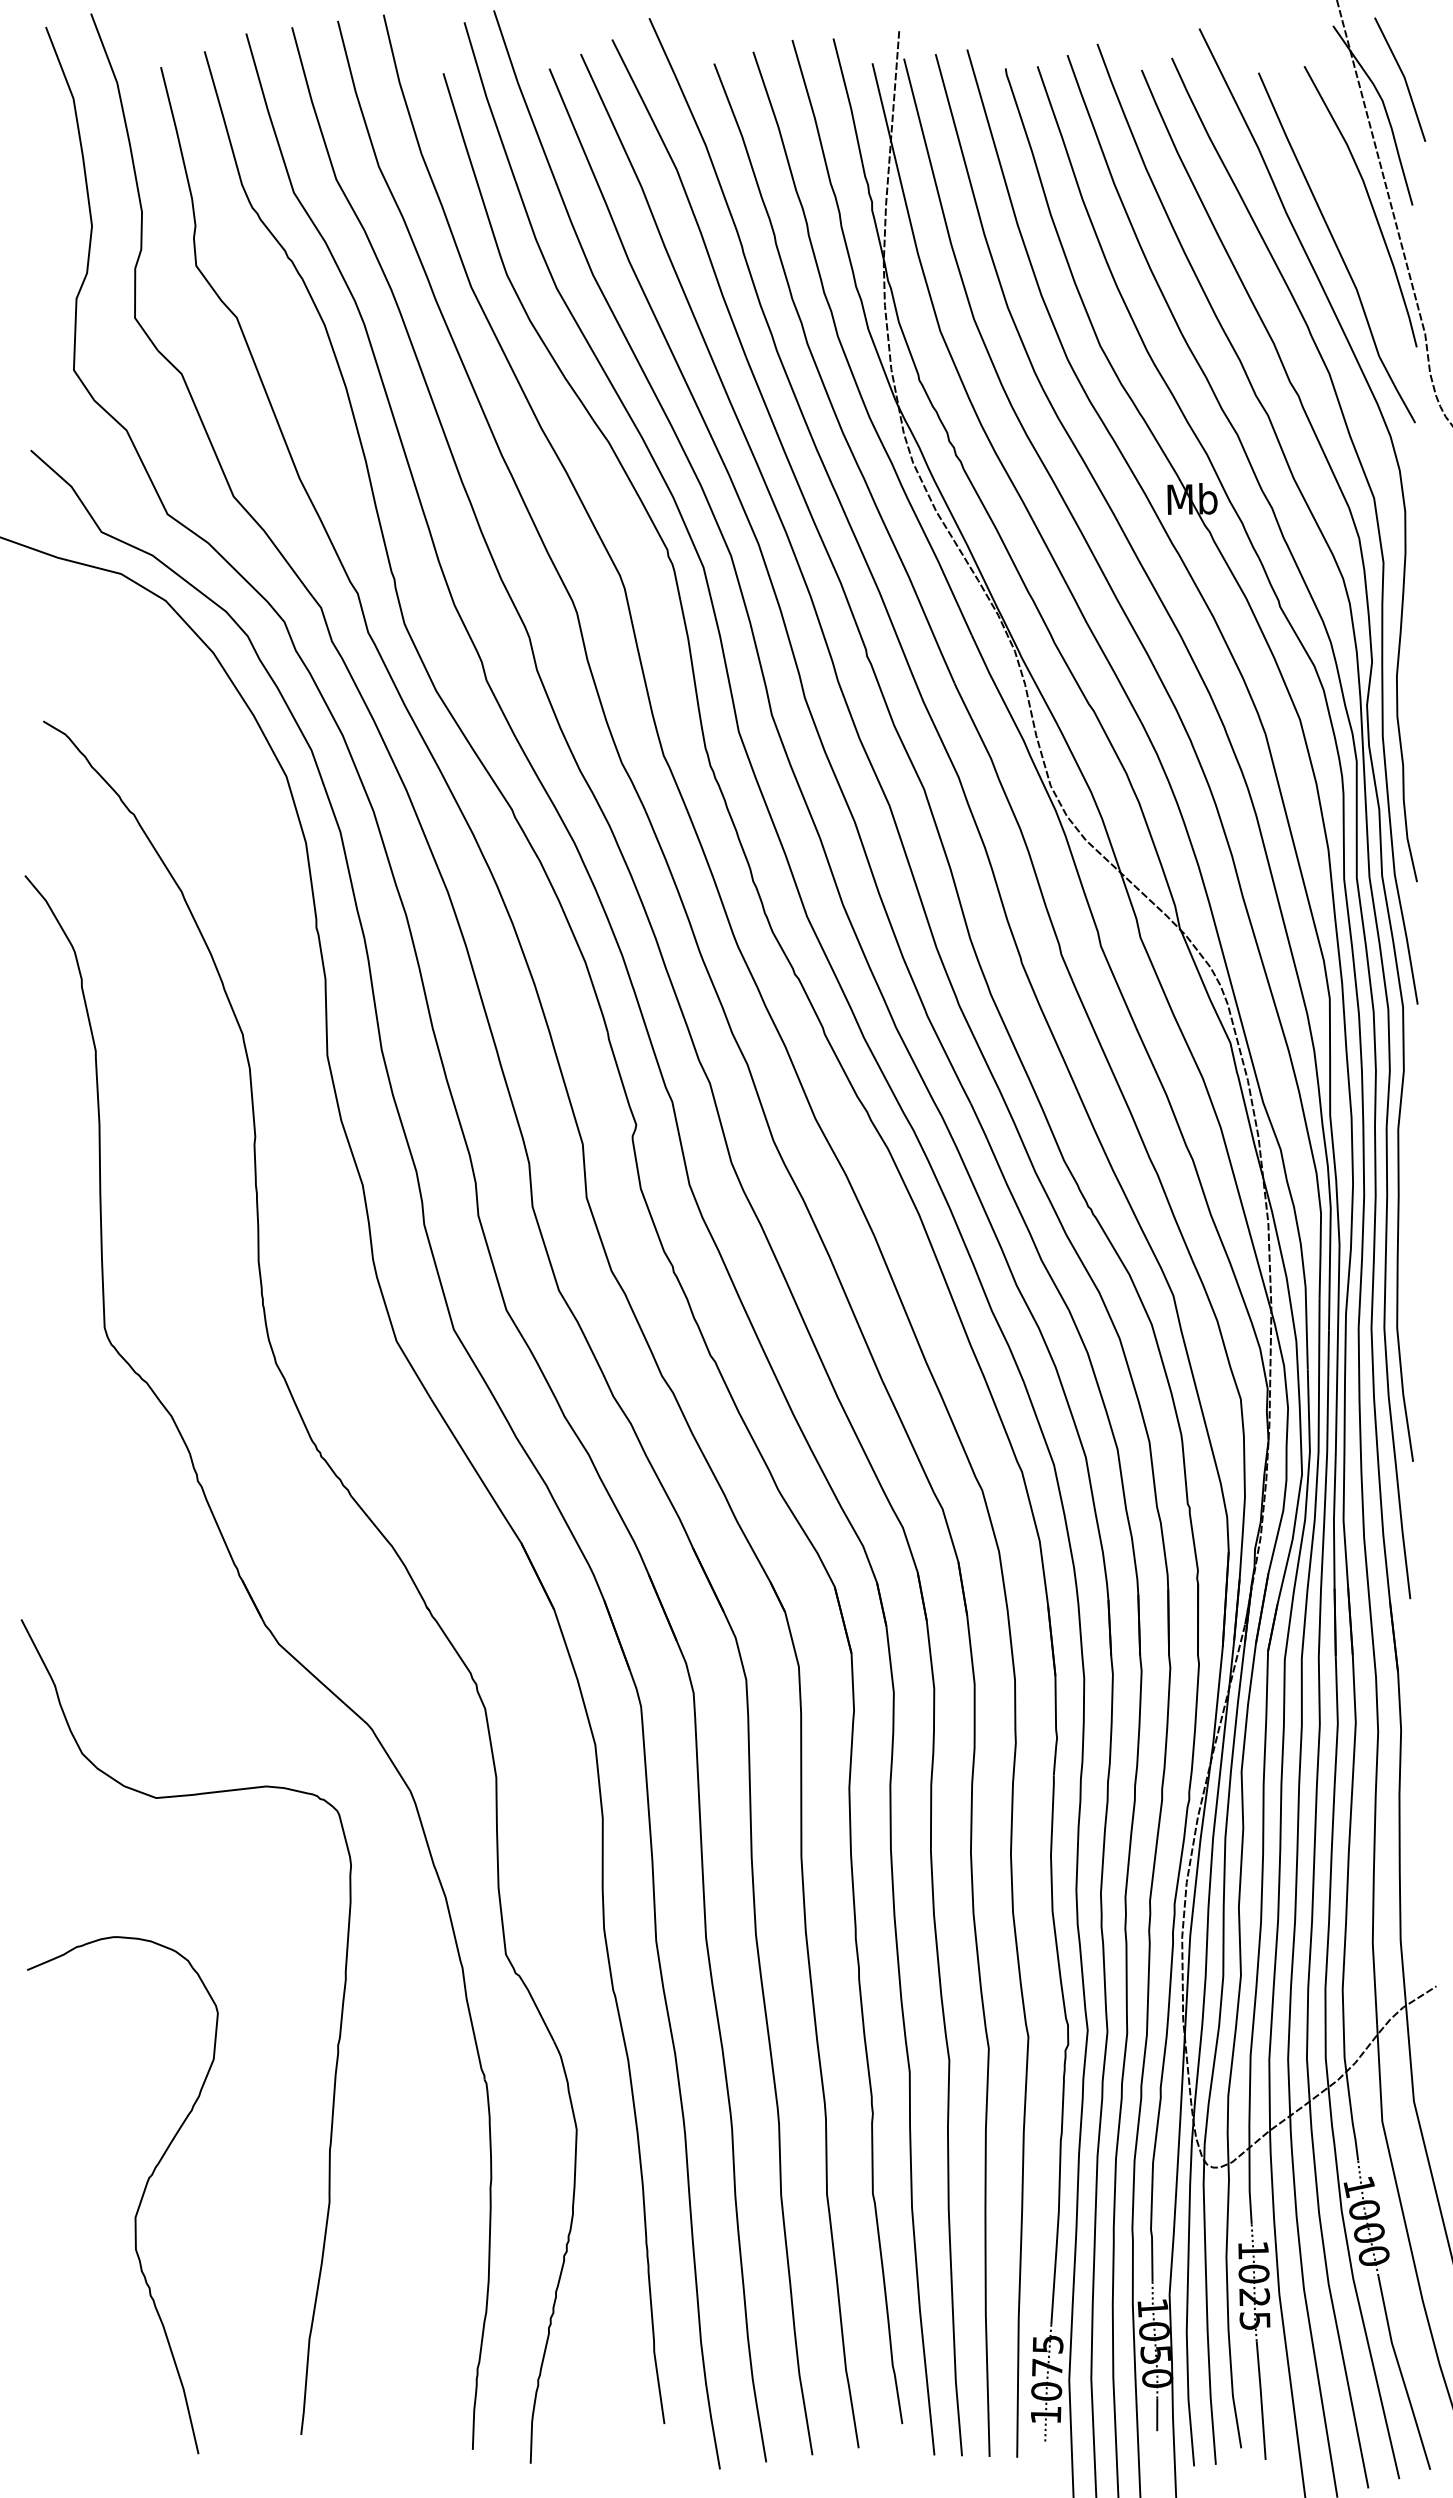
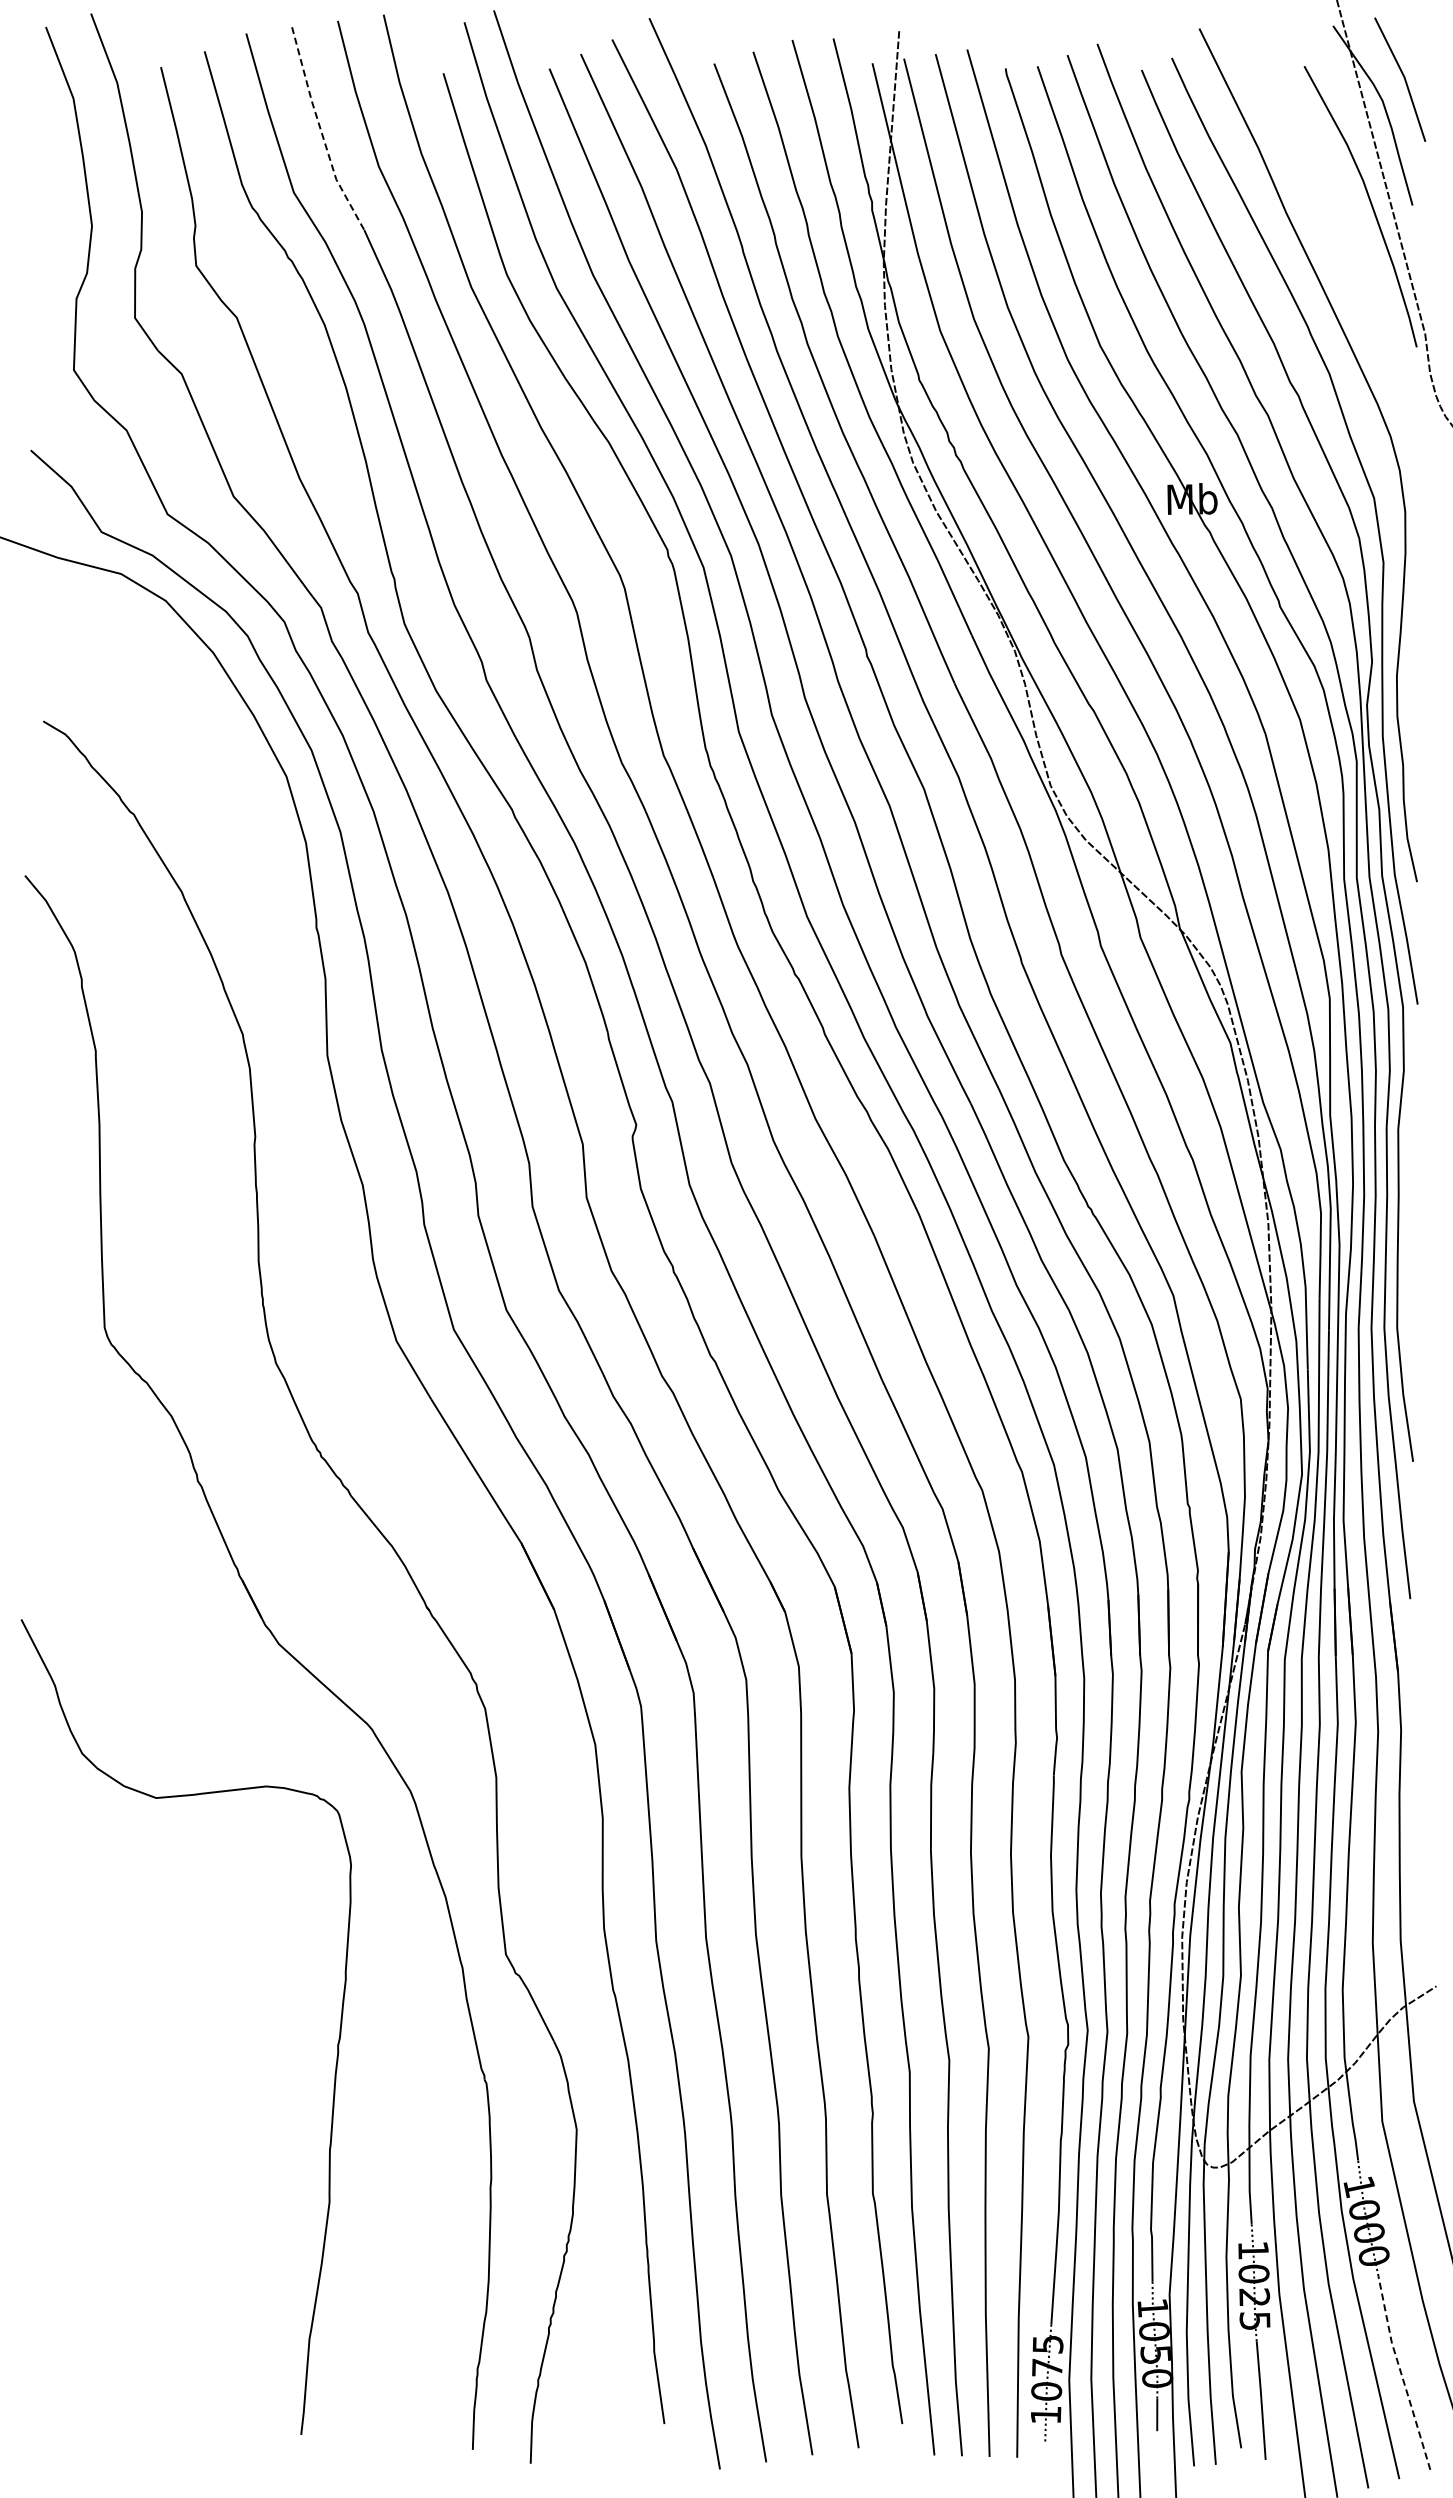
line at (321, 132): solid -> dashed
curve at (1336, 247): present -> none
curve at (139, 2202): present -> none
line at (1401, 2373): solid -> dashed
